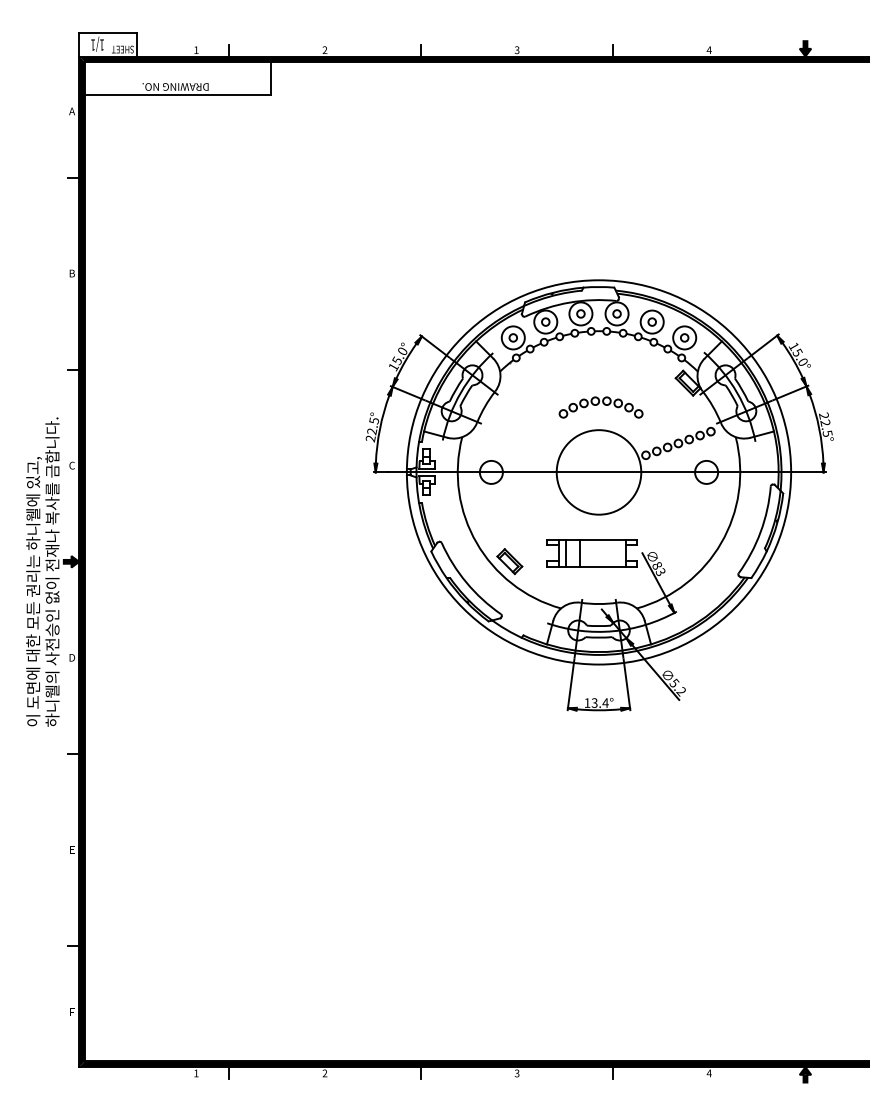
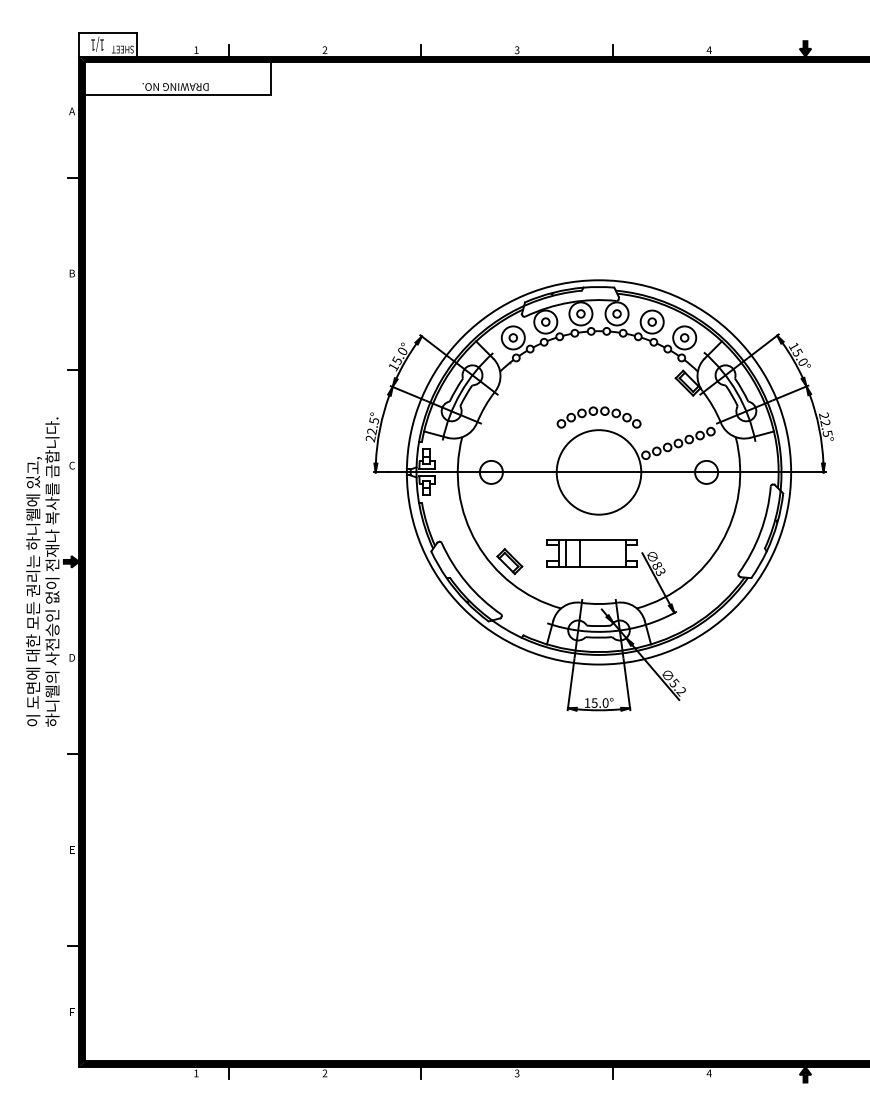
part at (600, 407) position: (600, 407) -> (598, 417)
text at (600, 702): 13.4° -> 15.0°
